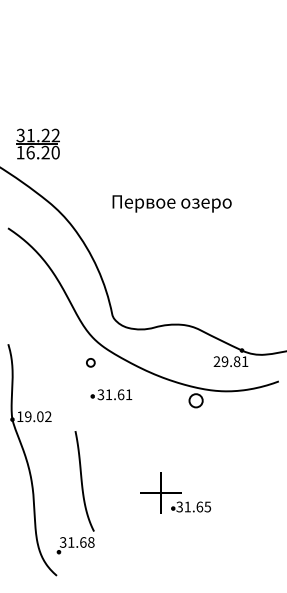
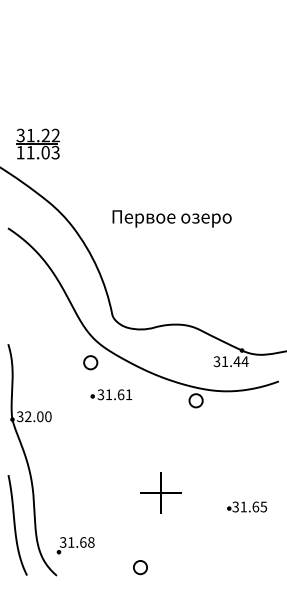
text at (42, 152): 16.20 -> 11.03
text at (171, 203) position: (171, 203) -> (171, 218)
text at (230, 361): 29.81 -> 31.44
part at (90, 362) size: 10x10 px -> 16x16 px
text at (34, 416): 19.02 -> 32.00
curve at (82, 481) position: (82, 481) -> (15, 525)
part at (191, 506) position: (191, 506) -> (247, 506)
part at (140, 567): none -> present
